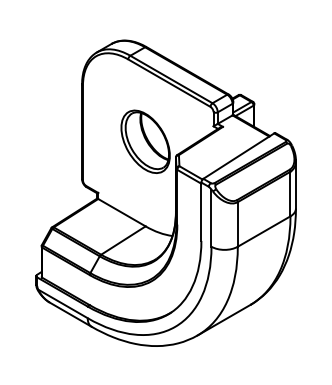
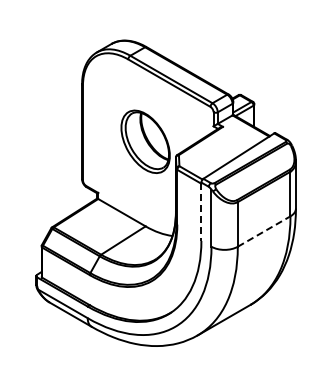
line at (201, 212): solid -> dashed
line at (264, 231): solid -> dashed
